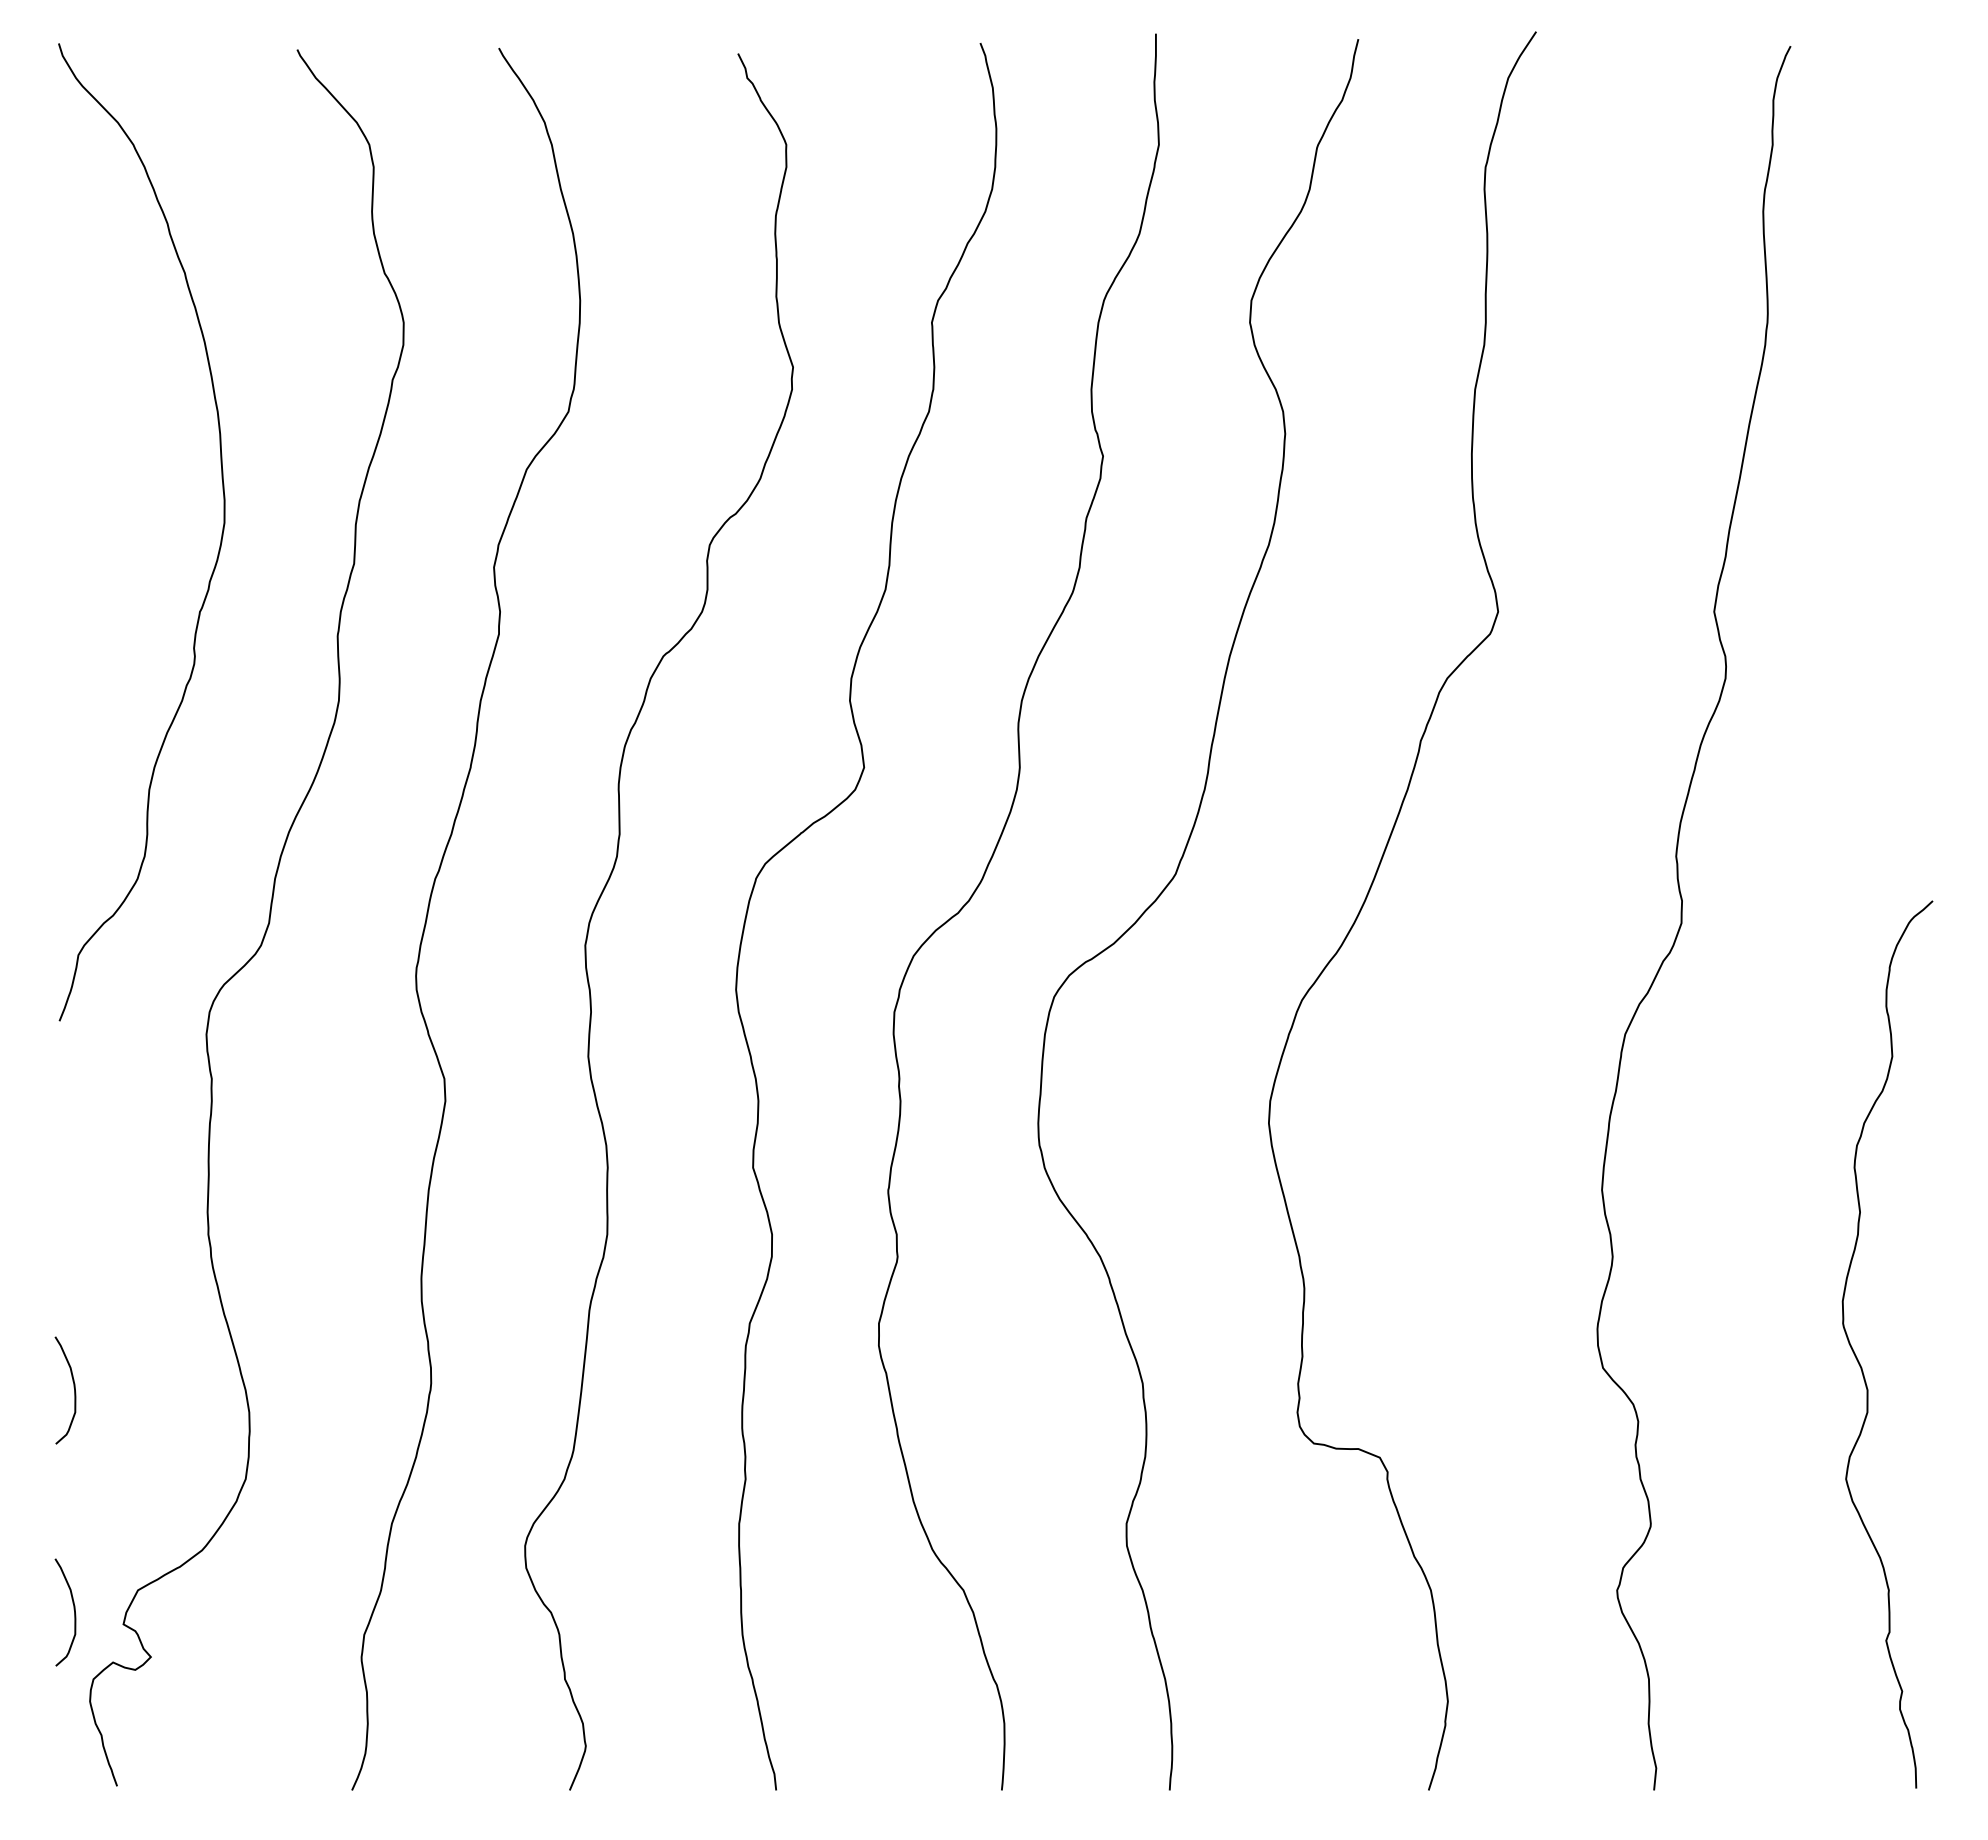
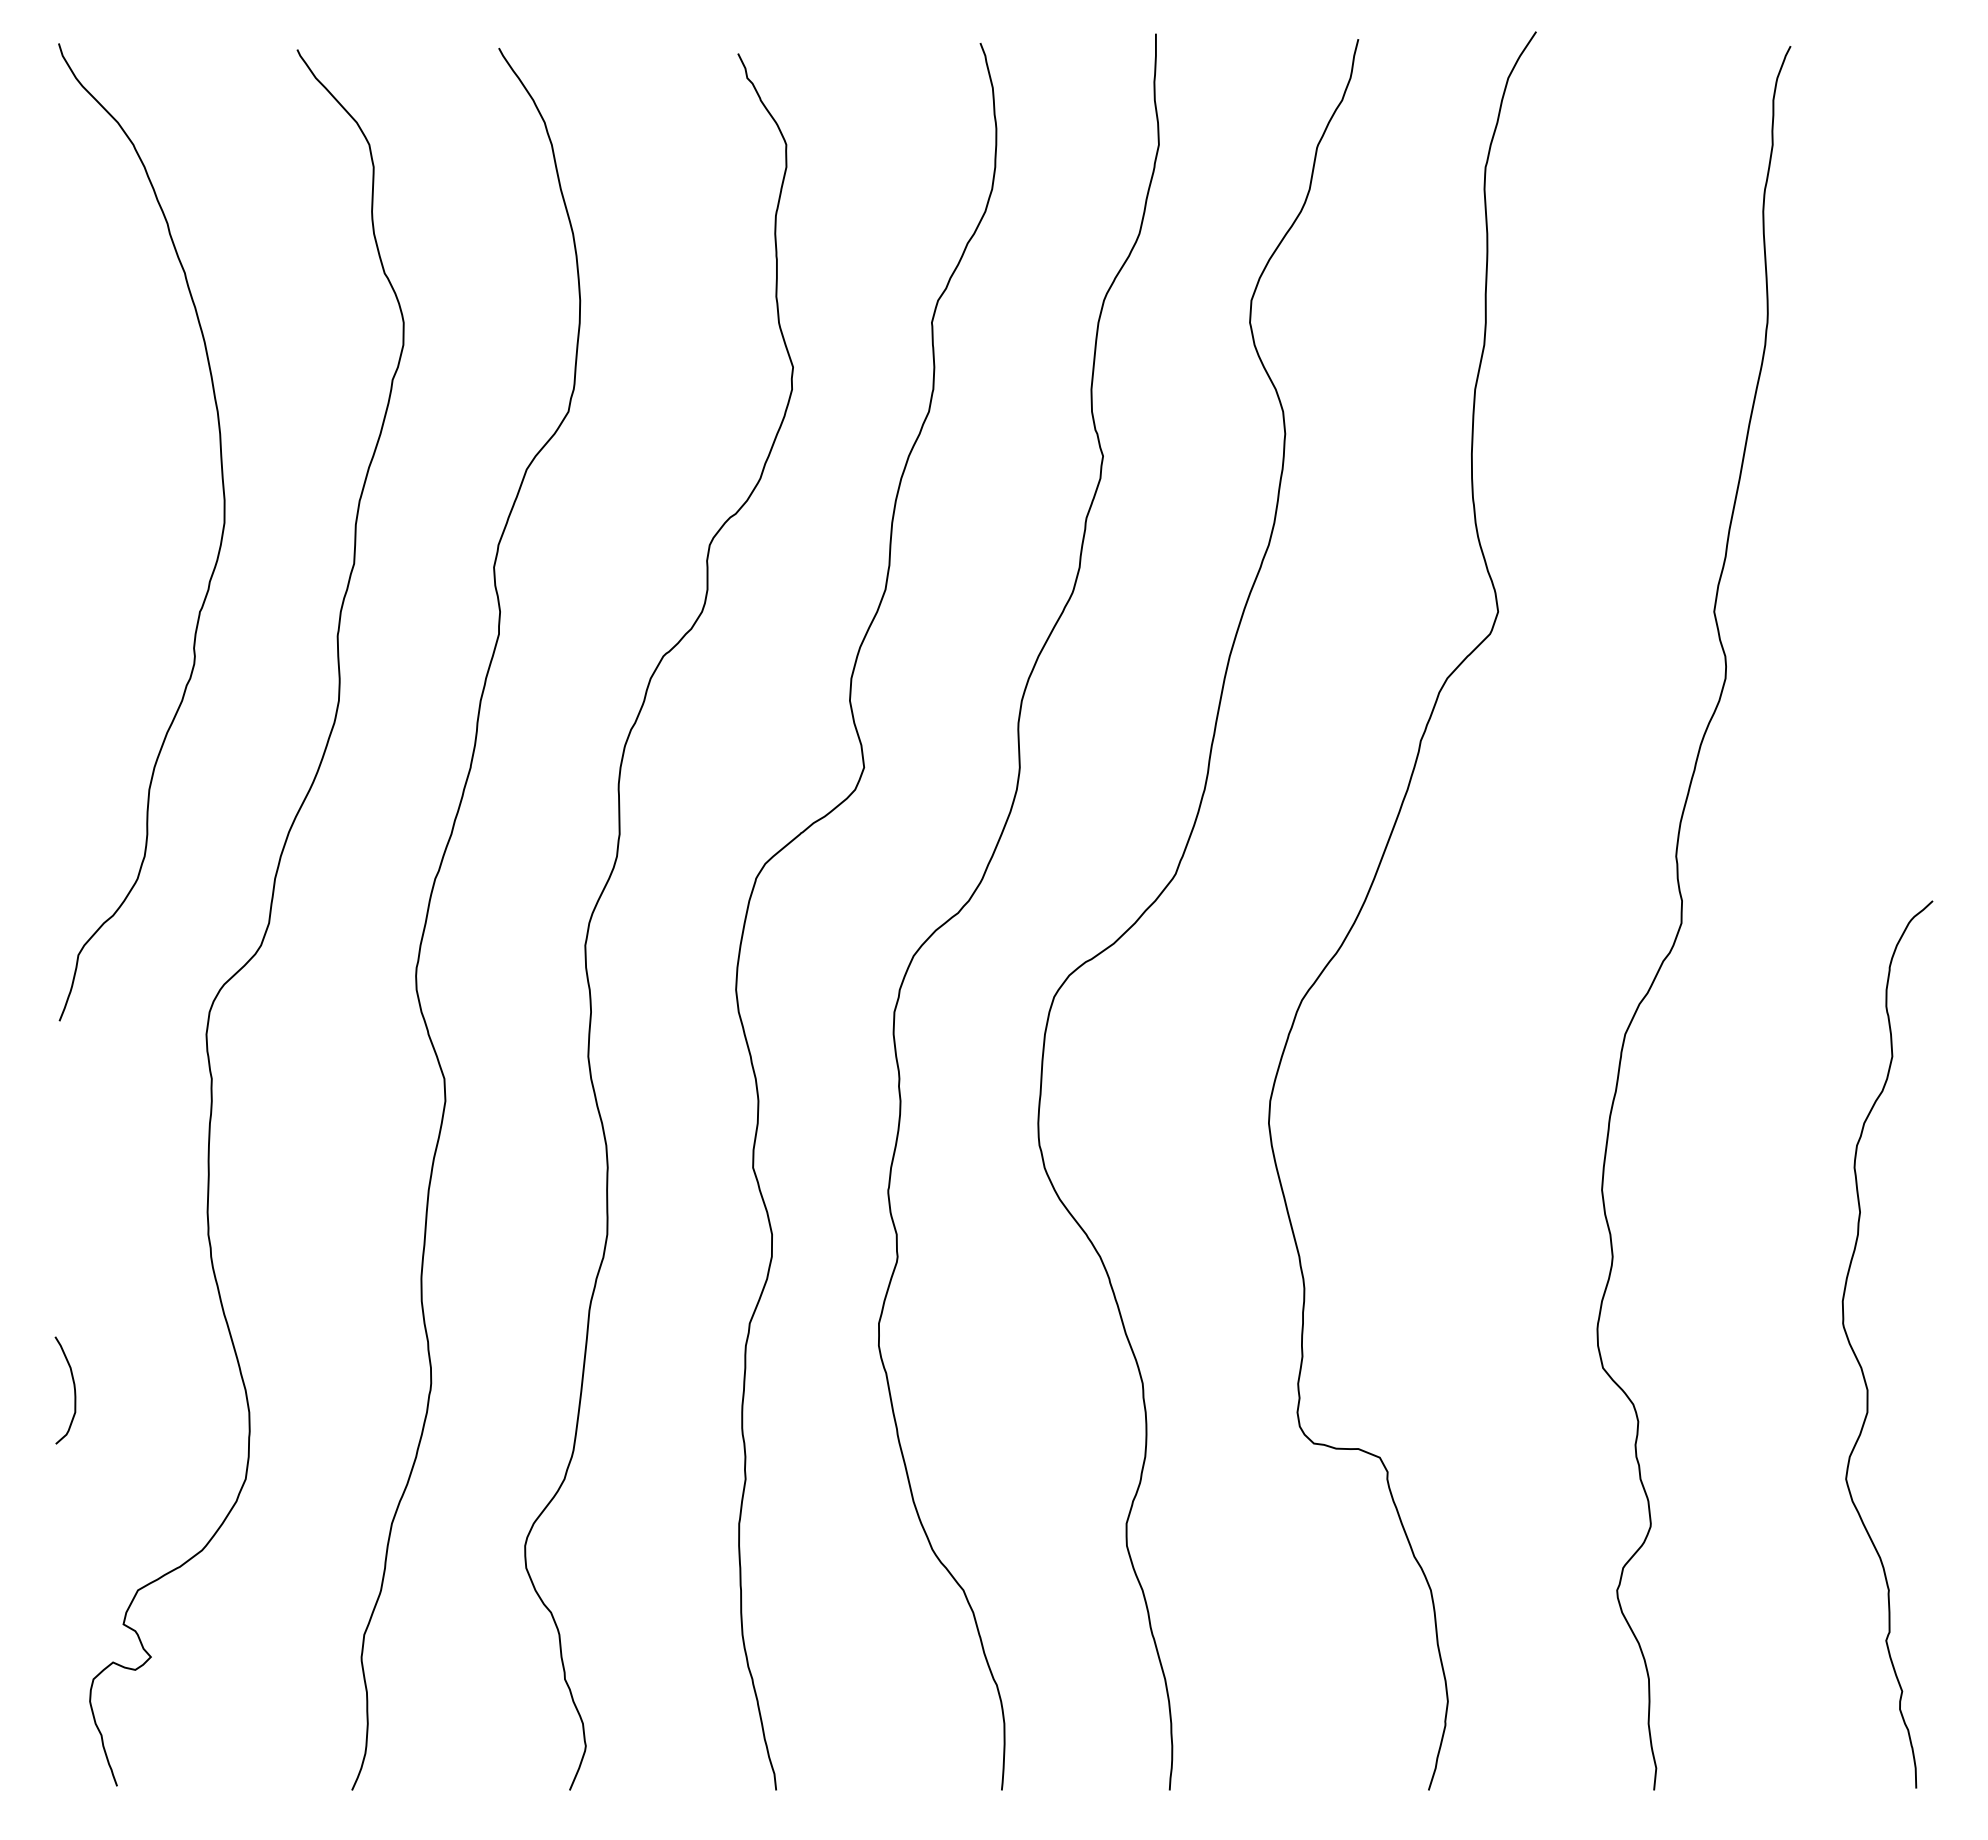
curve at (73, 1609): present -> none
